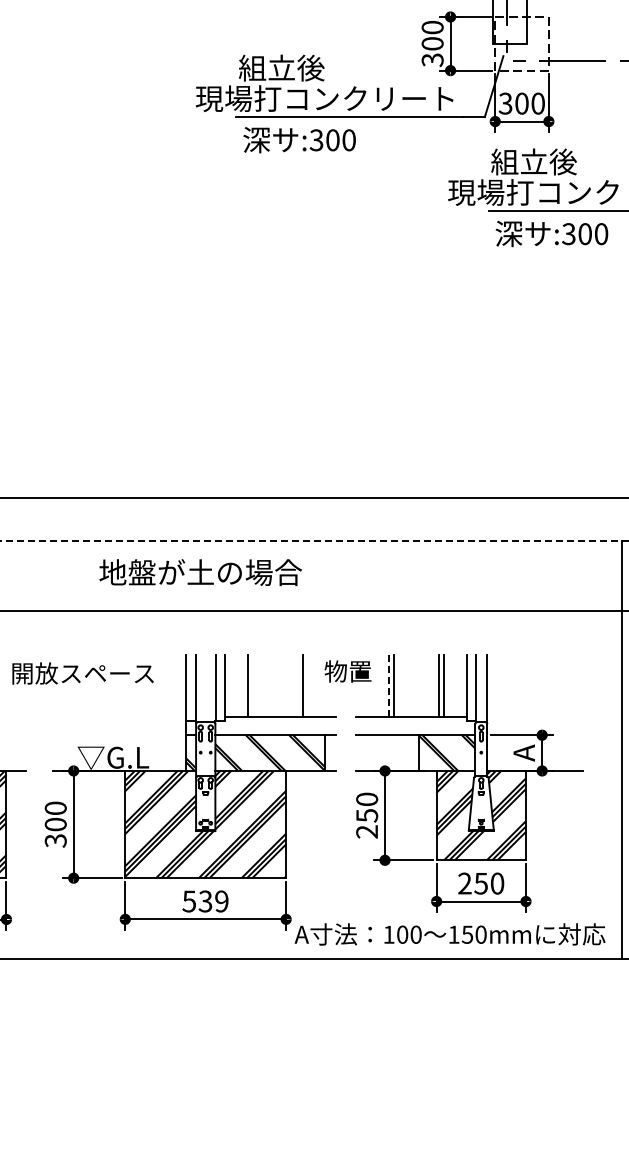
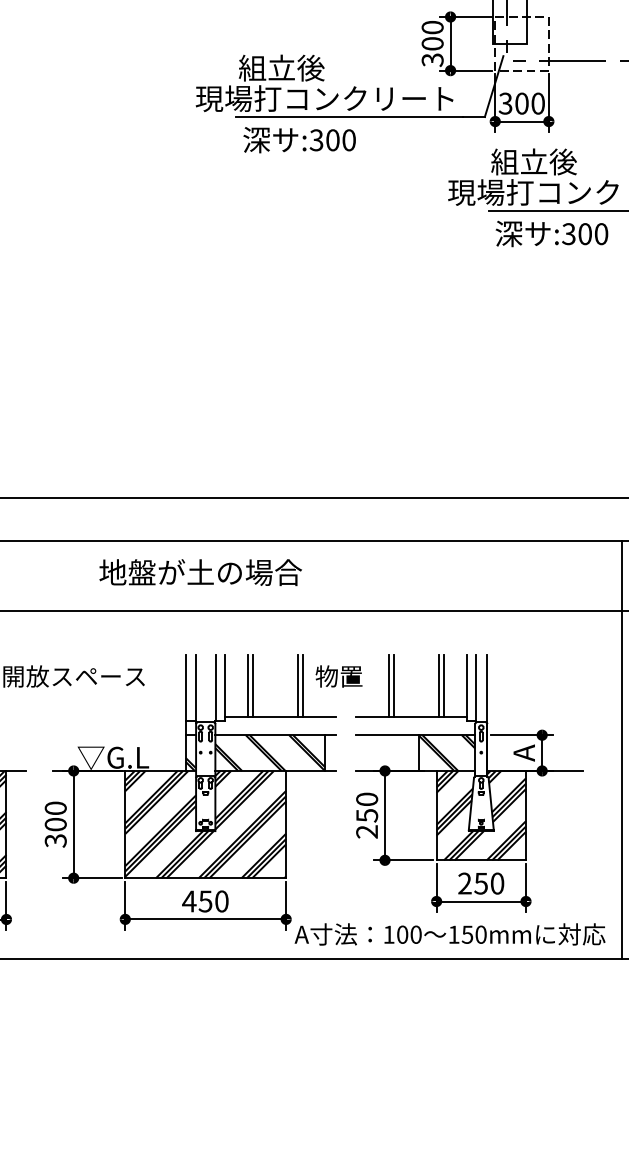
line at (314, 540): dashed -> solid
text at (347, 671) position: (347, 671) -> (338, 676)
text at (82, 673) position: (82, 673) -> (73, 676)
line at (253, 686): none -> present
line at (297, 686): none -> present
line at (388, 686): dashed -> solid
text at (205, 901): 539 -> 450
